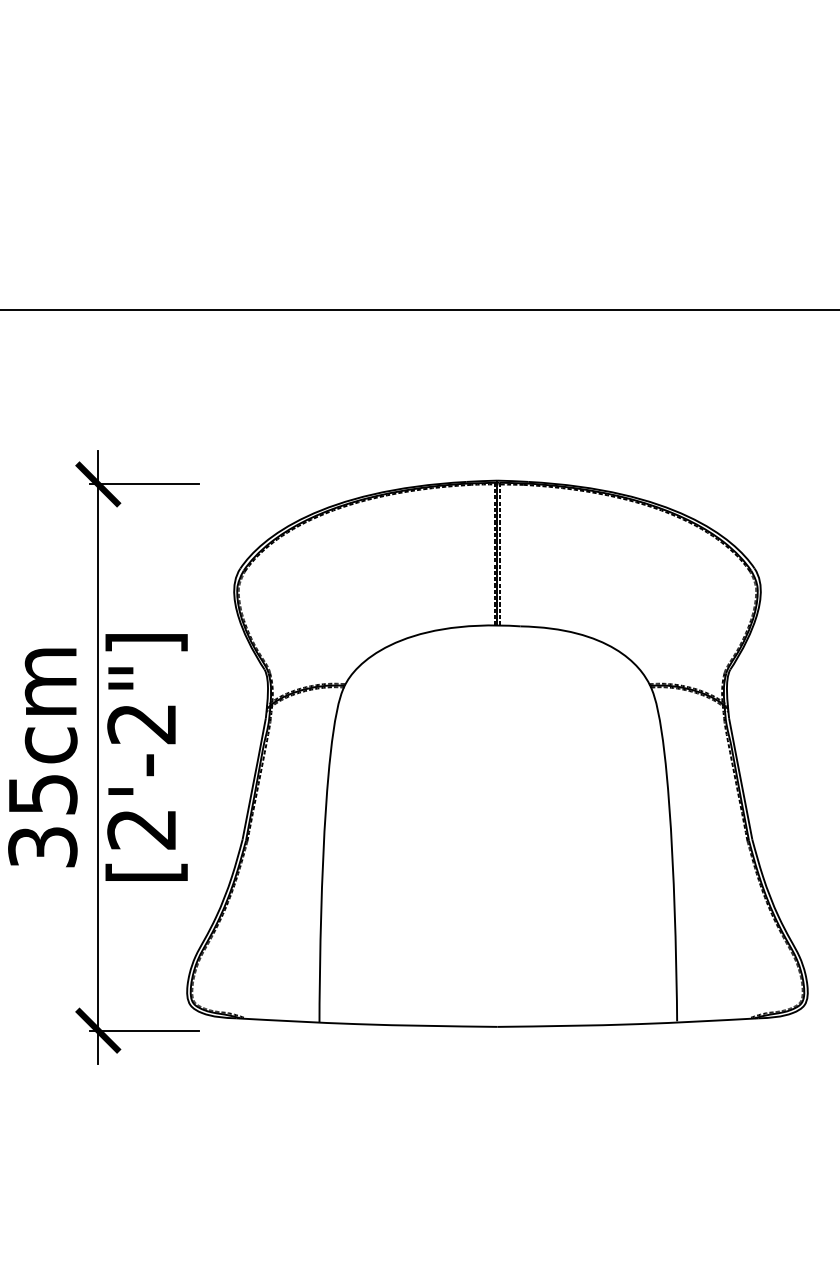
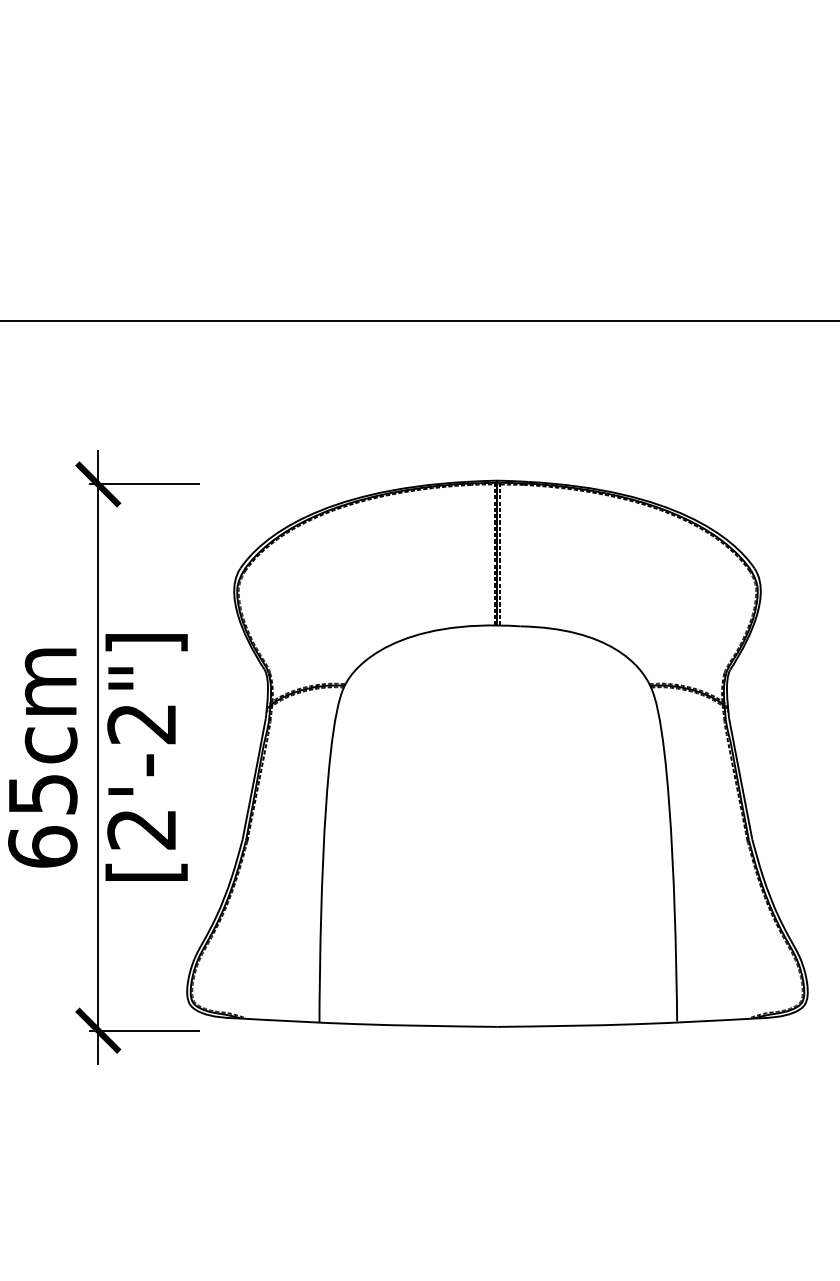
line at (419, 309) position: (419, 309) -> (419, 320)
text at (42, 846): 35cm -> 65cm
